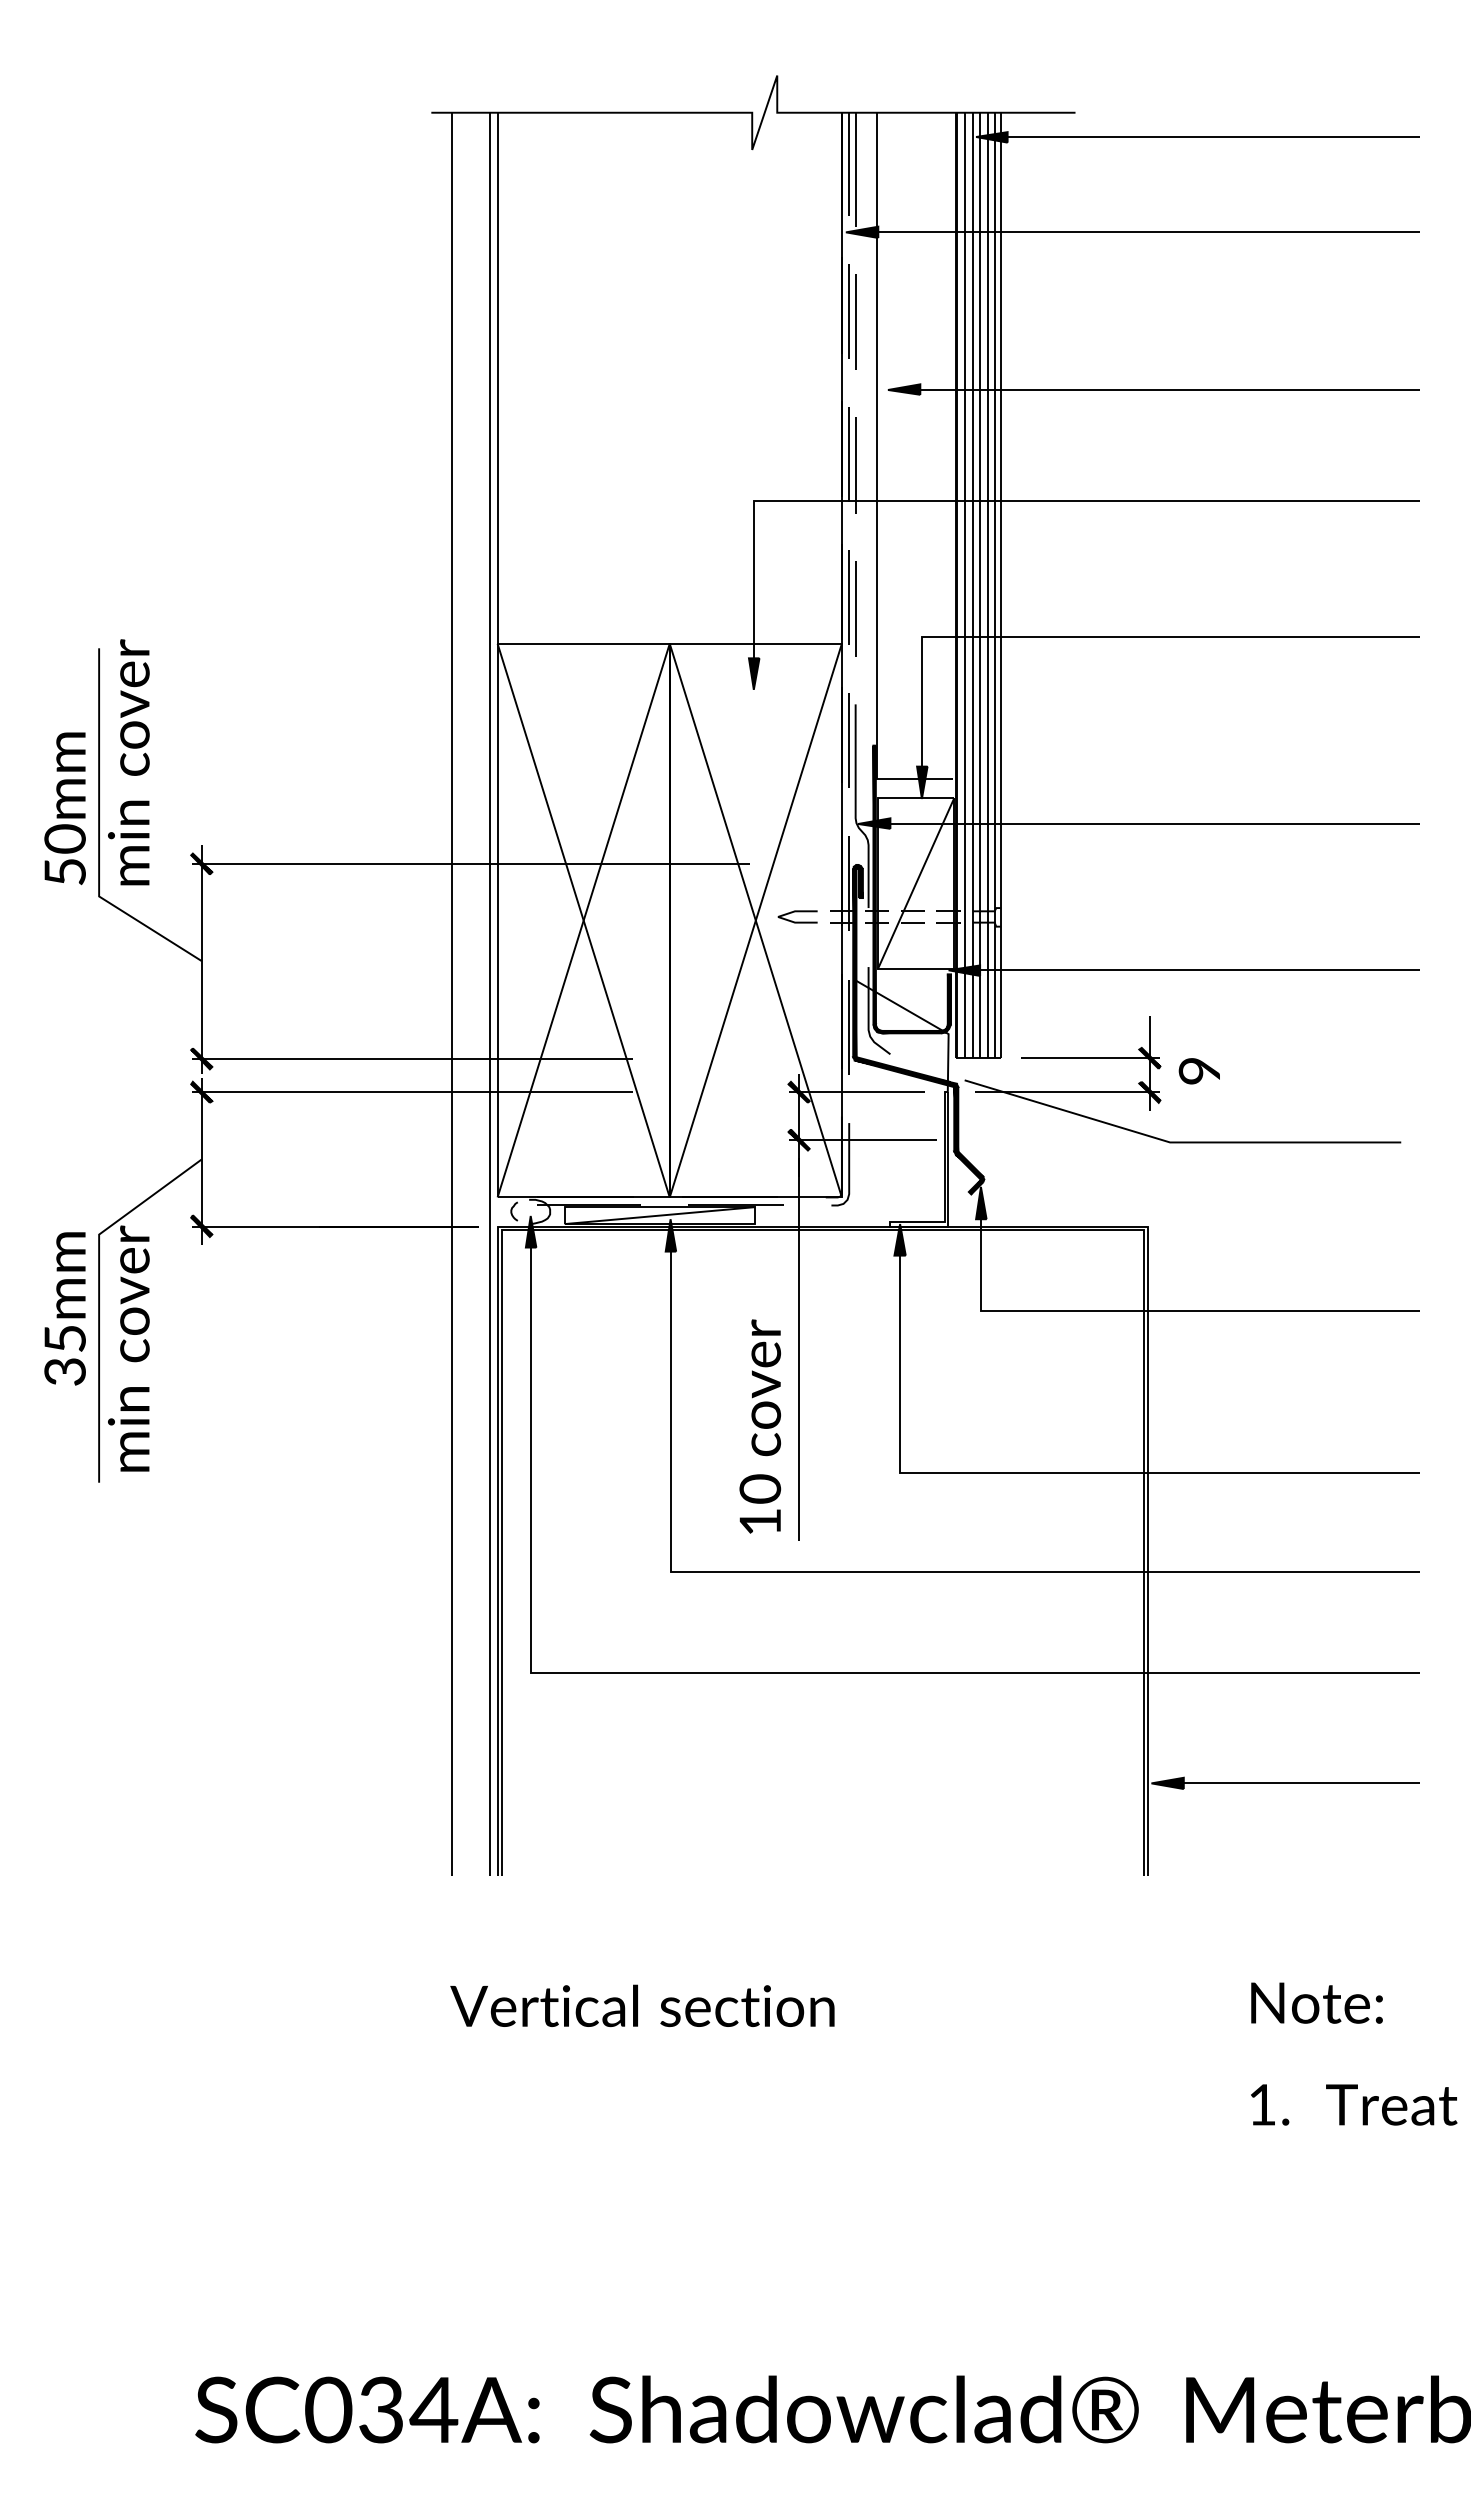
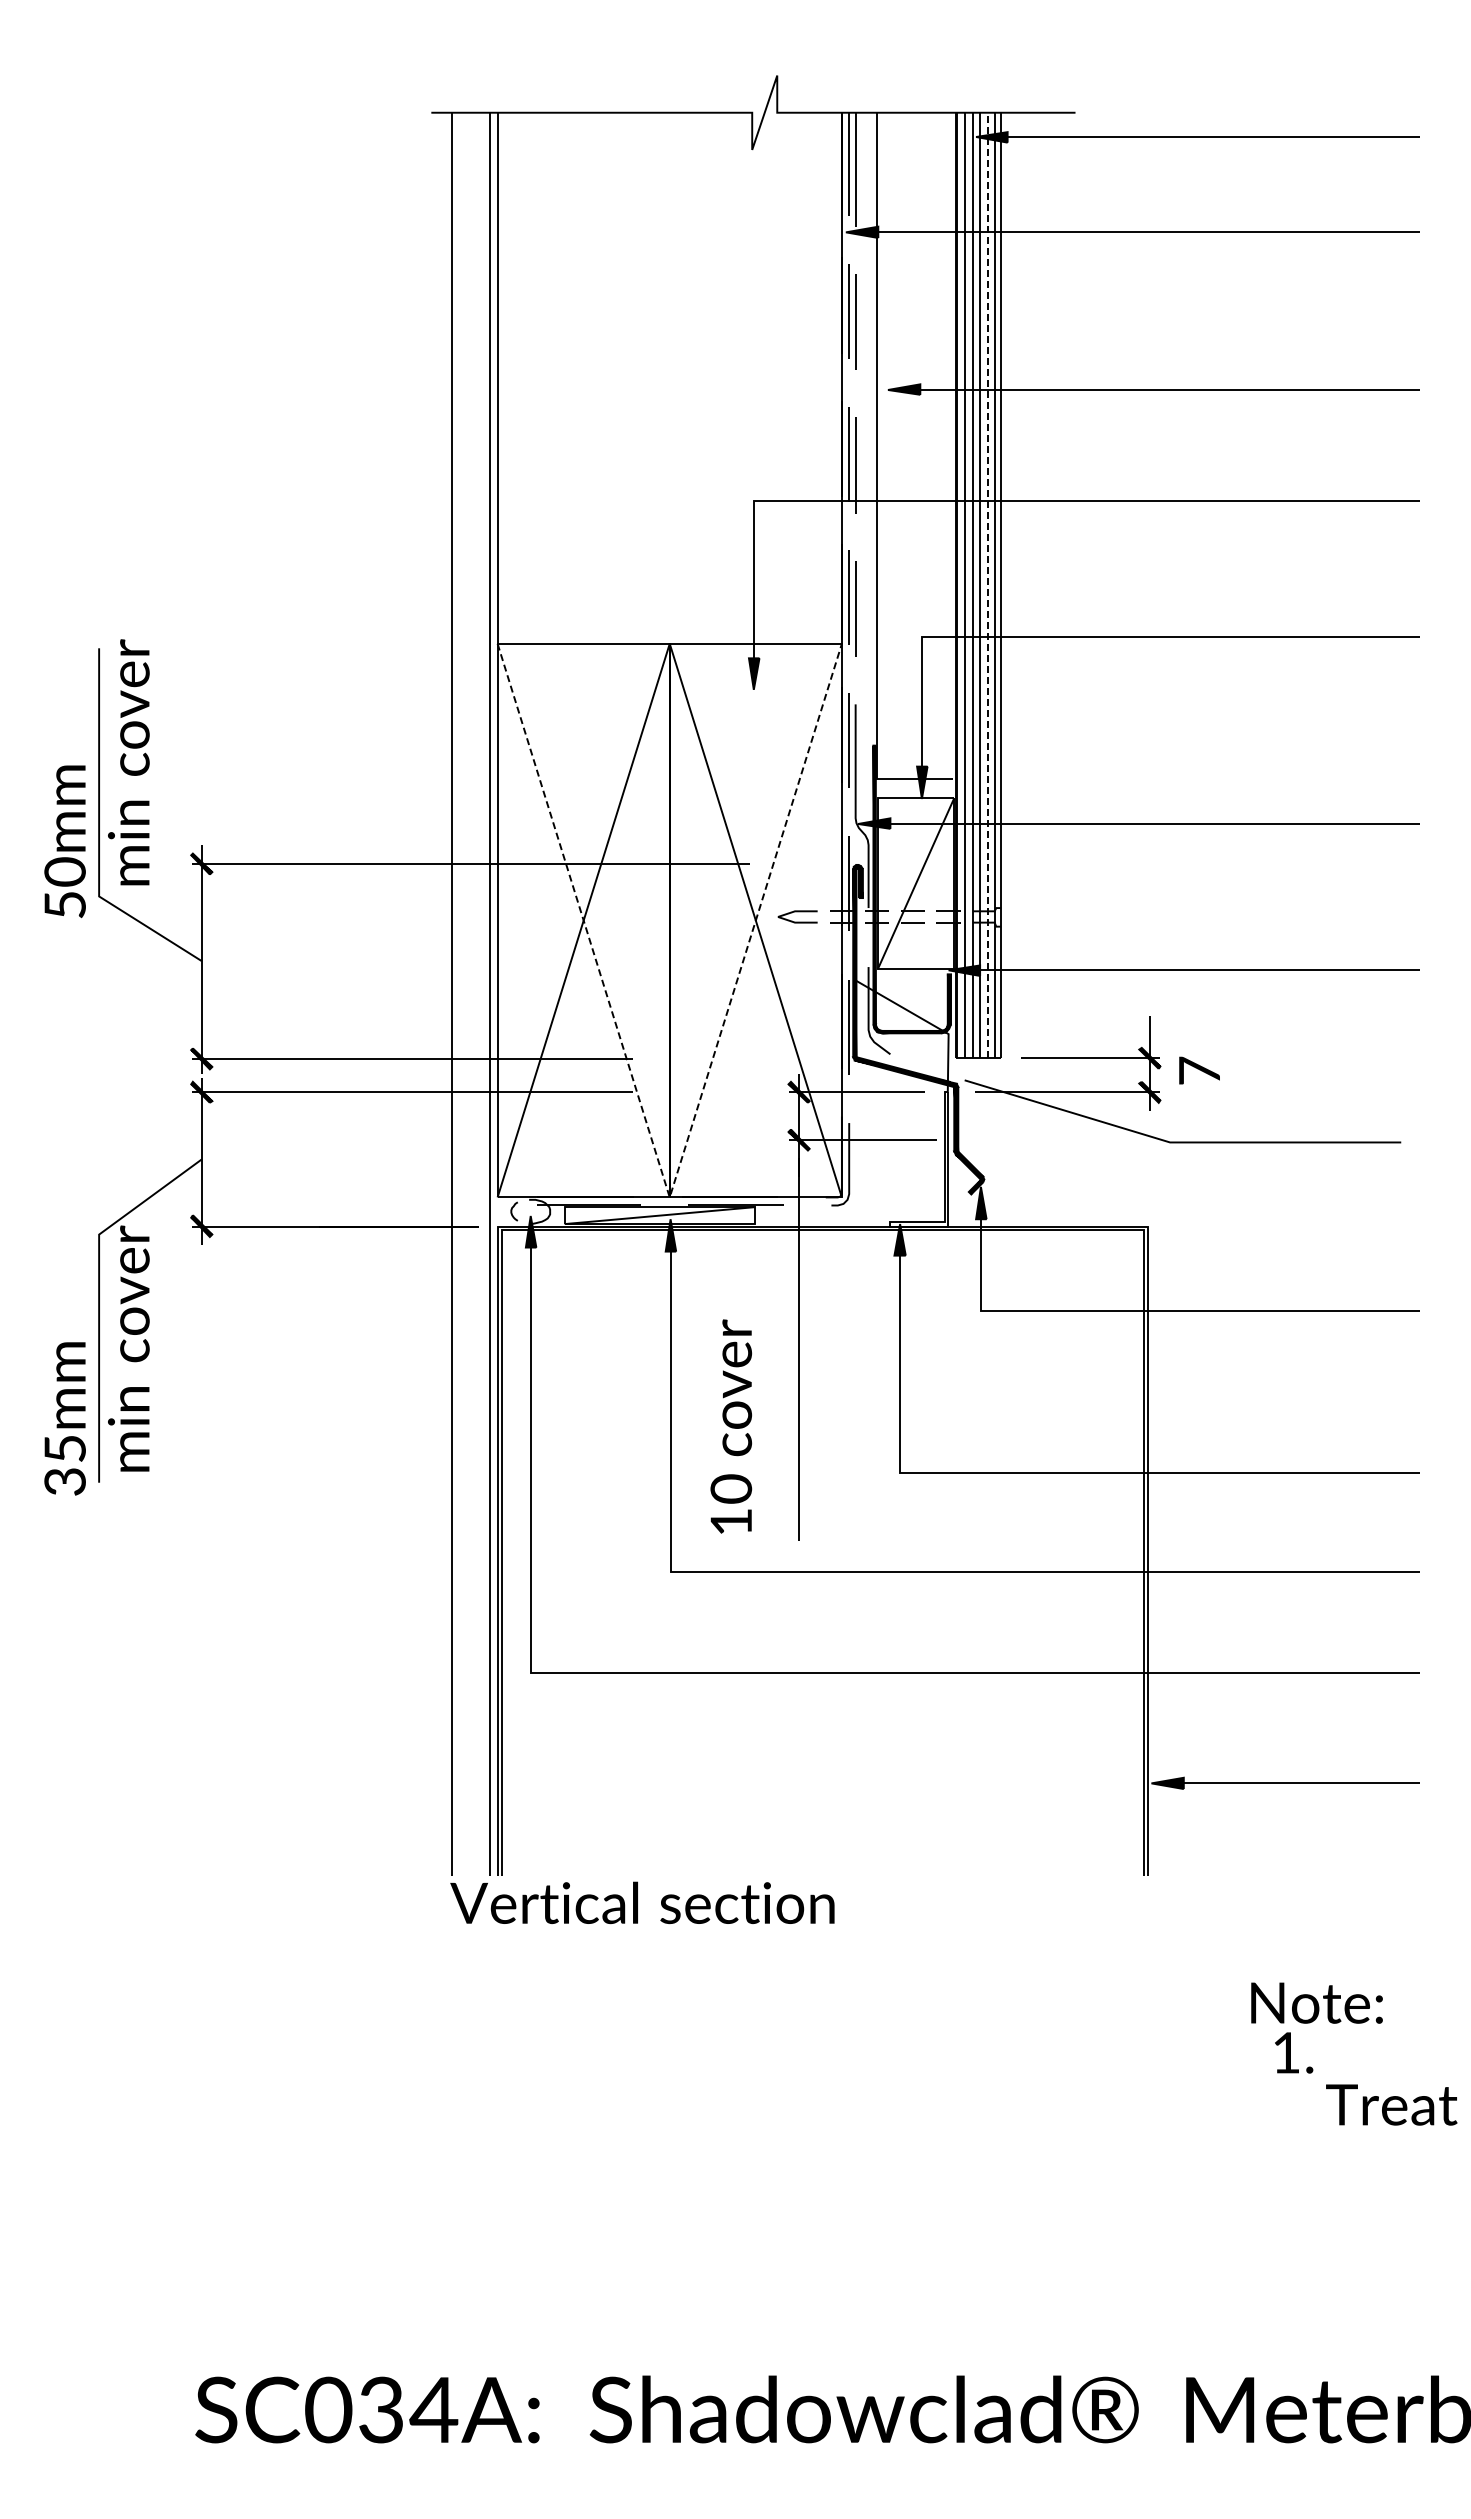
line at (988, 585): solid -> dashed
text at (64, 808) position: (64, 808) -> (64, 841)
text at (1198, 1070): 9 -> 7
line at (669, 1197): solid -> dashed
text at (64, 1308) position: (64, 1308) -> (64, 1418)
text at (760, 1426) position: (760, 1426) -> (731, 1426)
text at (642, 2005) position: (642, 2005) -> (642, 1902)
text at (1270, 2104) position: (1270, 2104) -> (1294, 2052)
